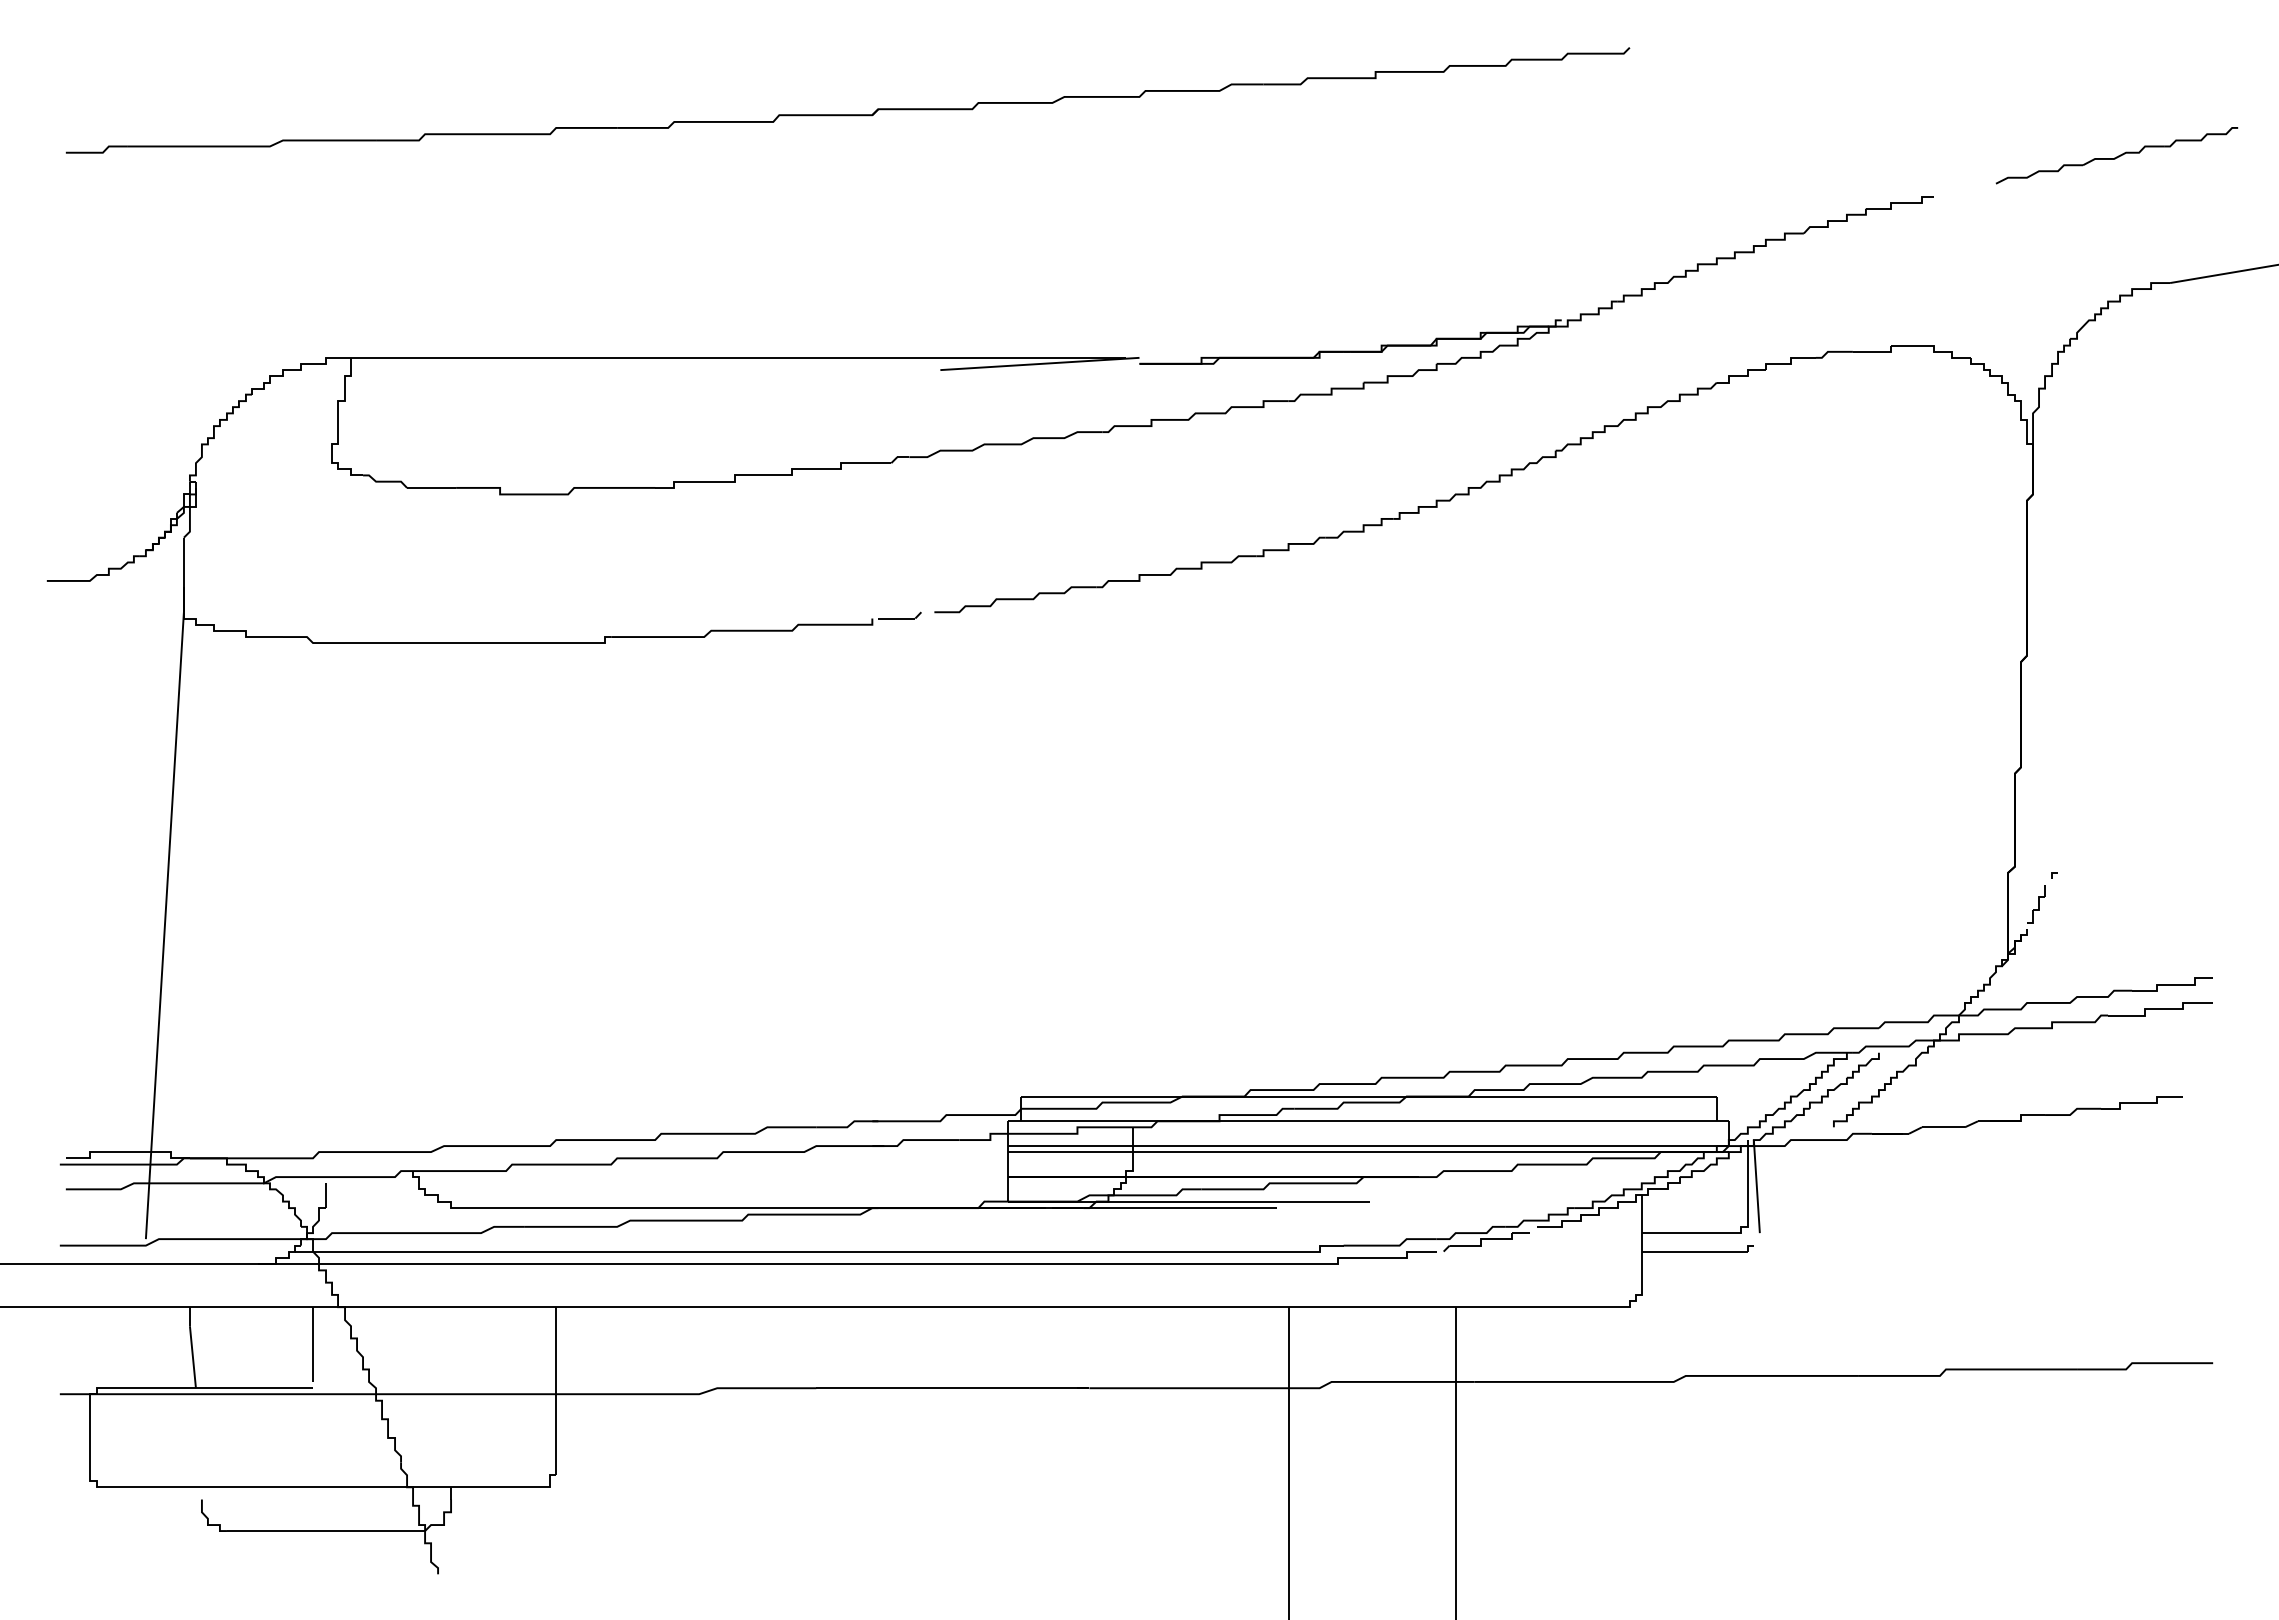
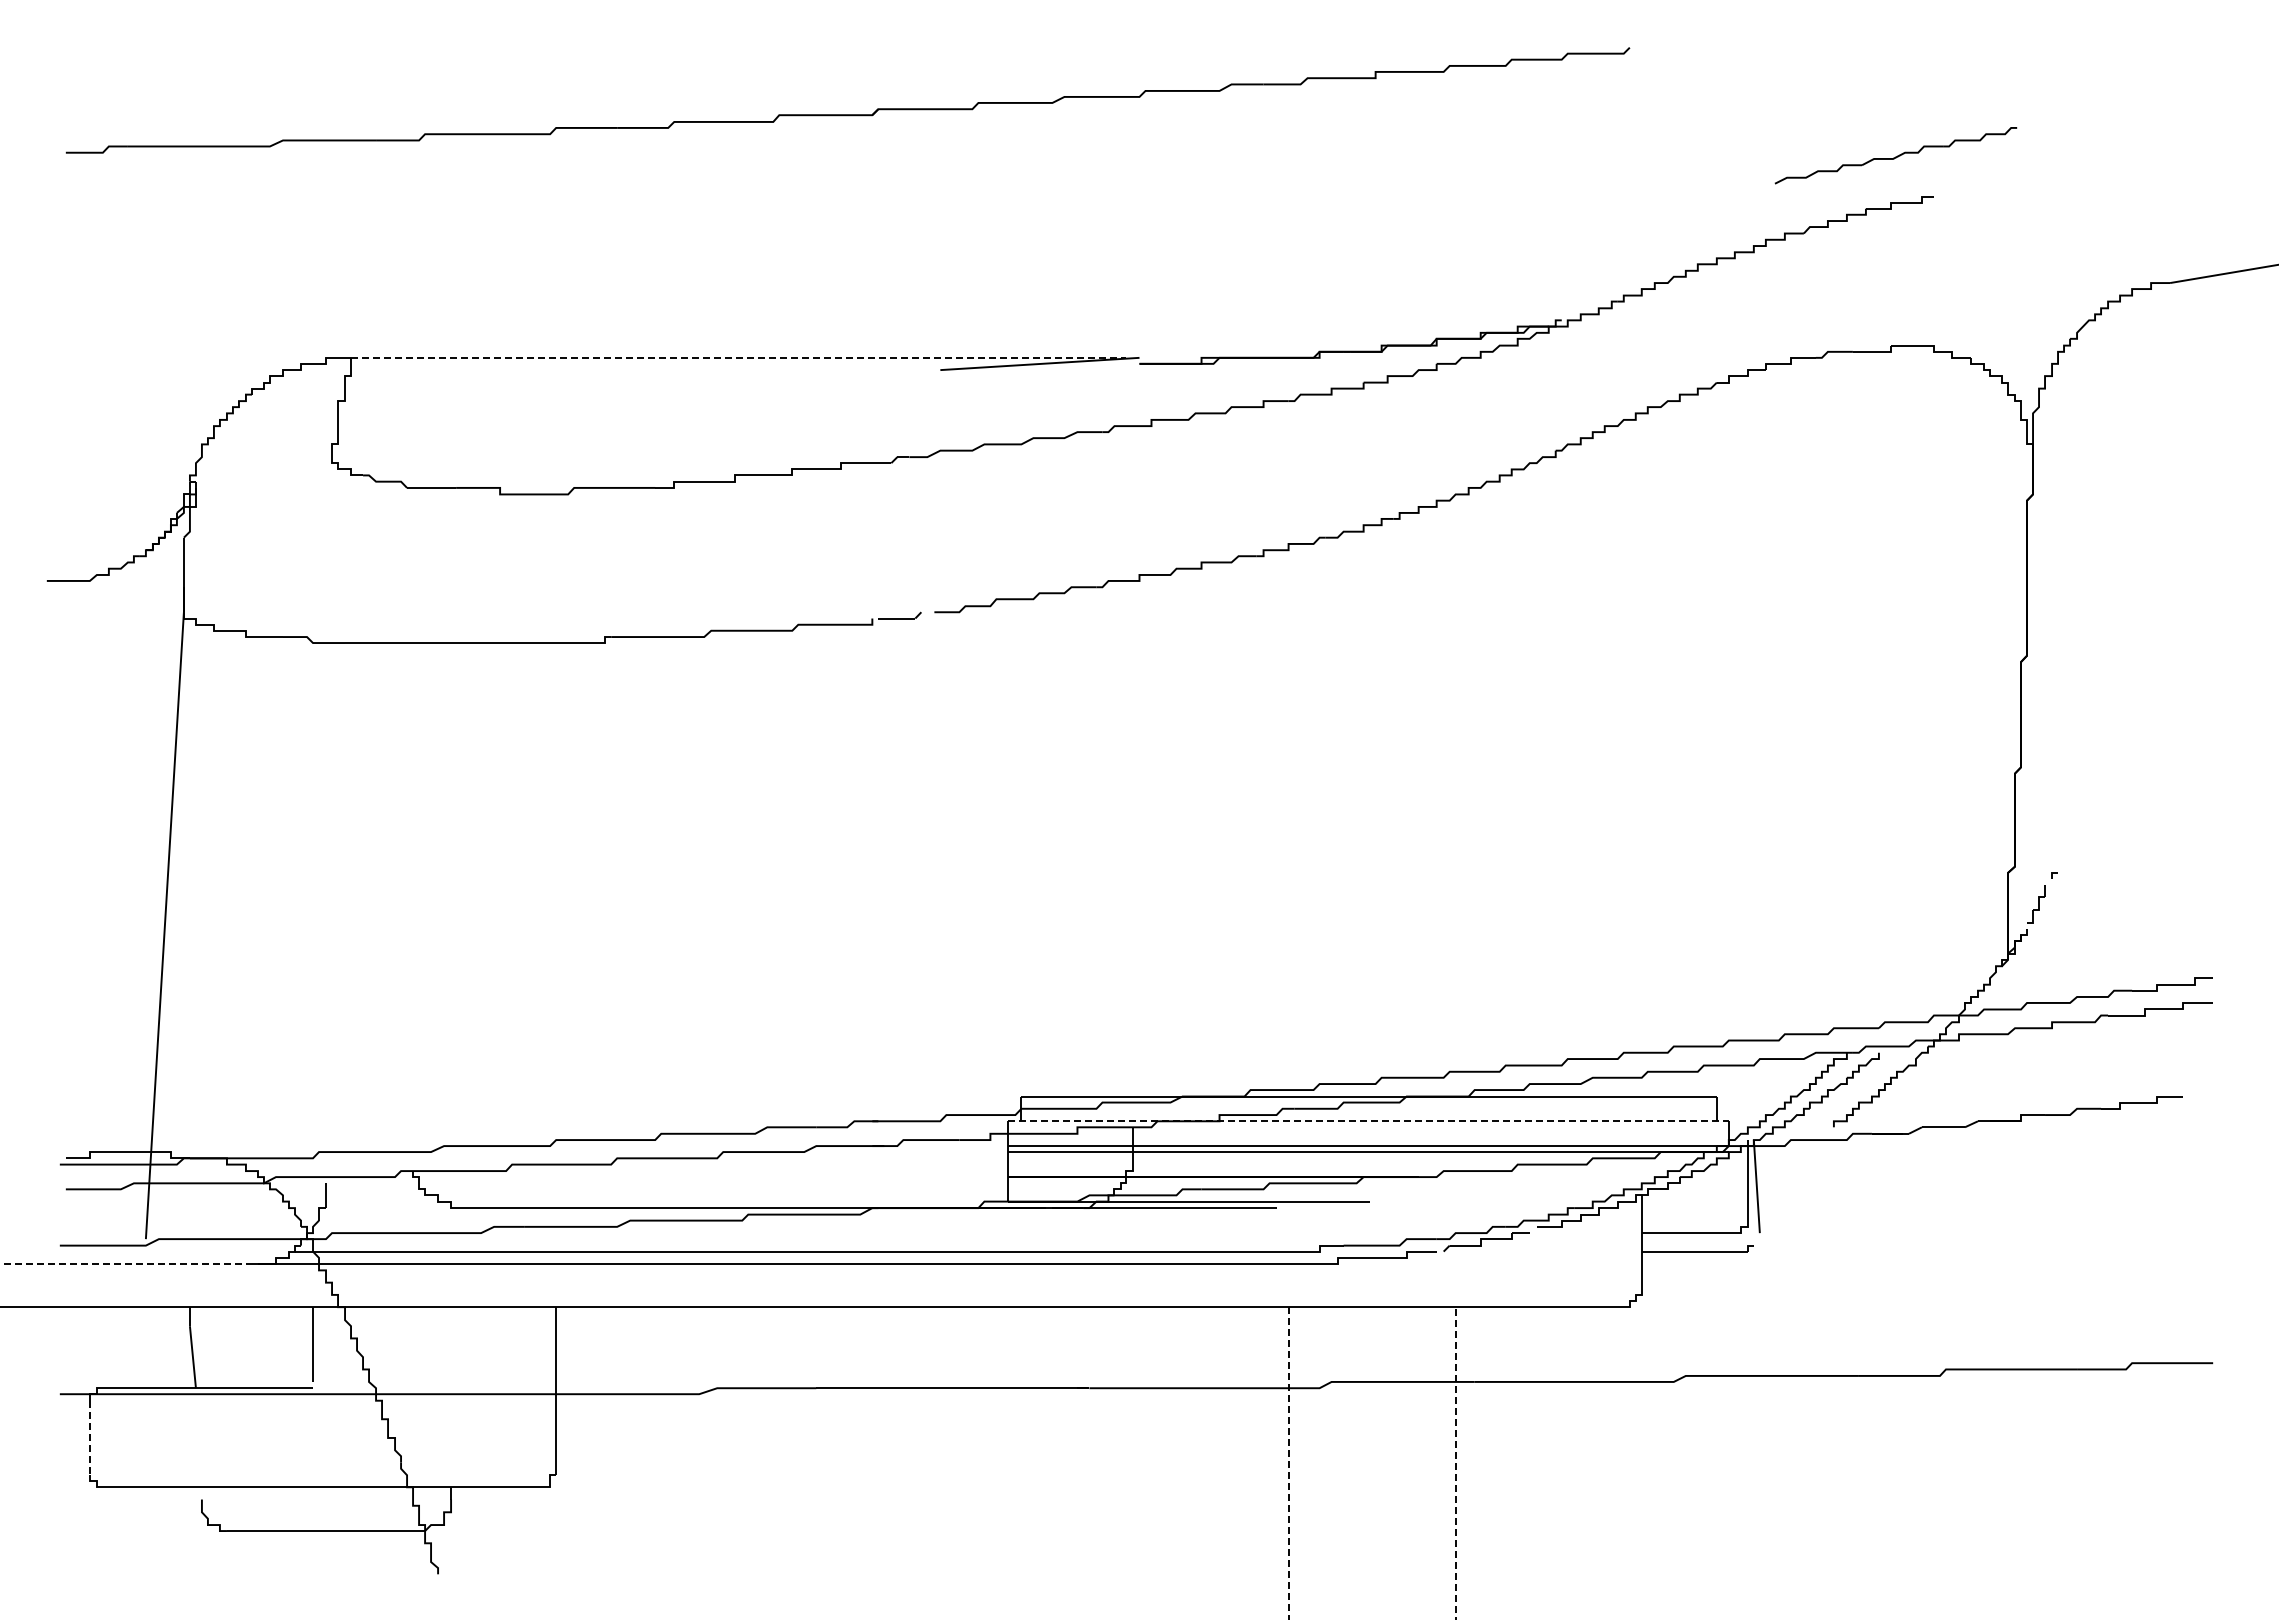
part at (2116, 155) position: (2116, 155) -> (1895, 155)
line at (738, 357): solid -> dashed
line at (1369, 1121): solid -> dashed
line at (123, 1264): solid -> dashed
line at (89, 1438): solid -> dashed
line at (1288, 1463): solid -> dashed
line at (1455, 1463): solid -> dashed
